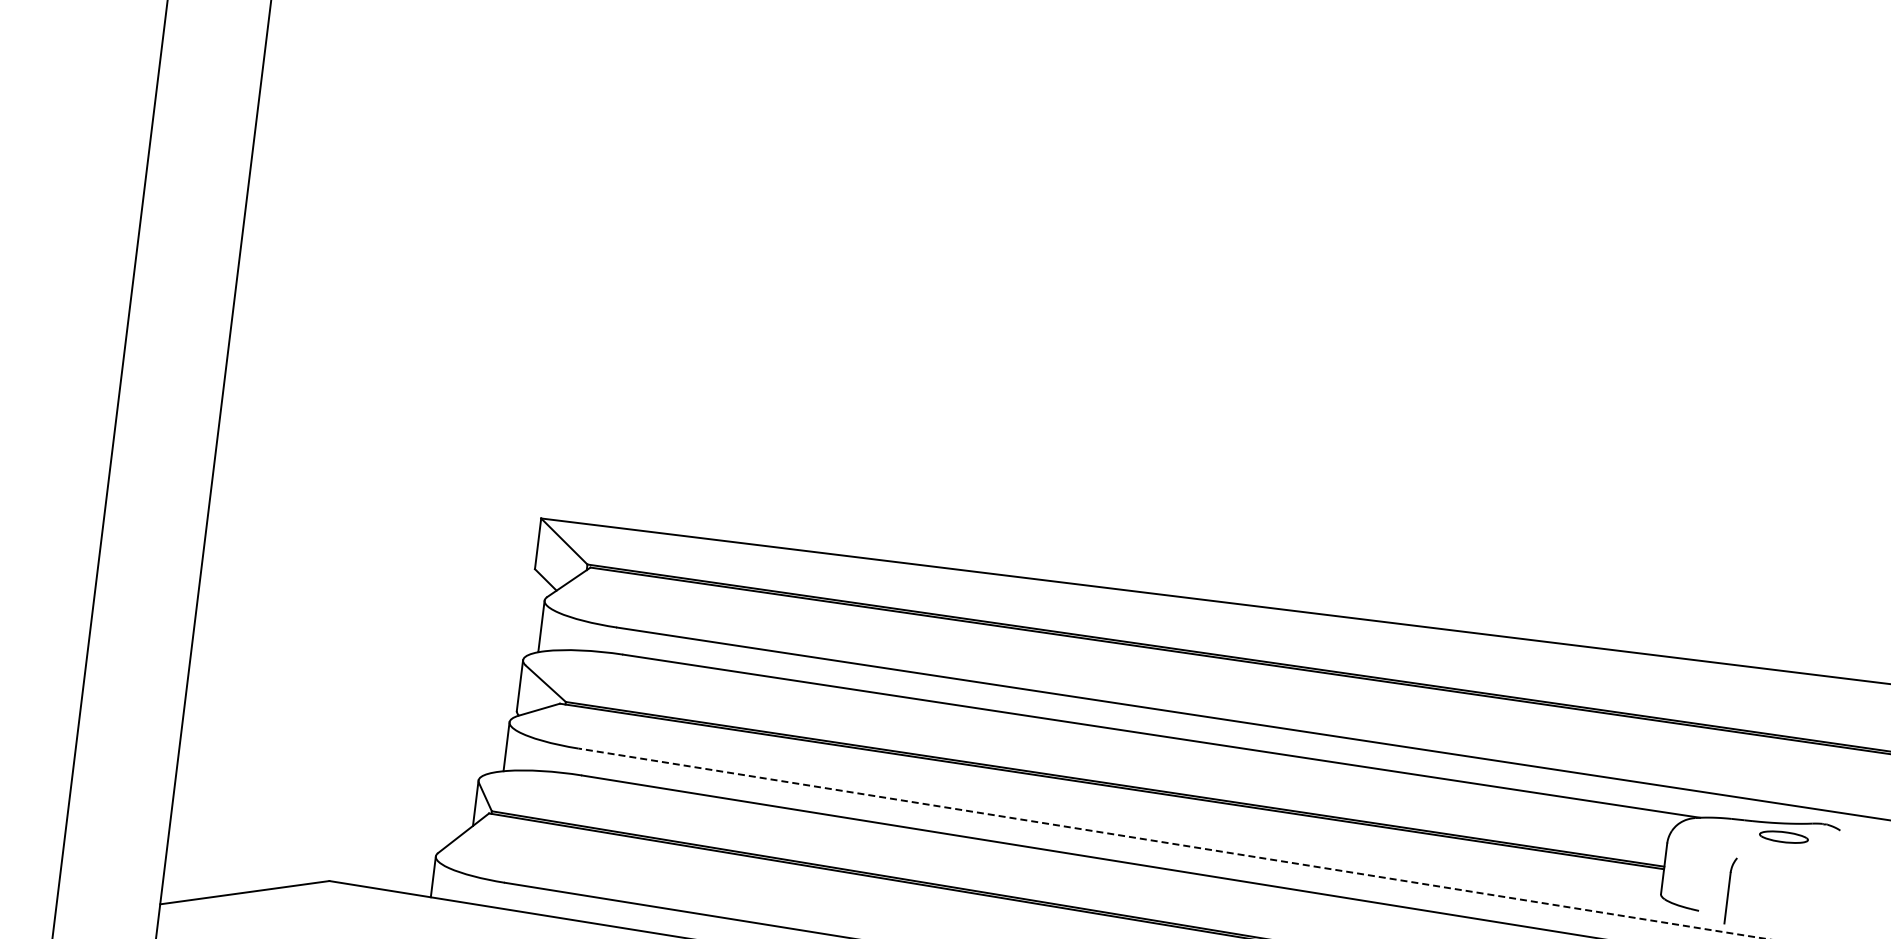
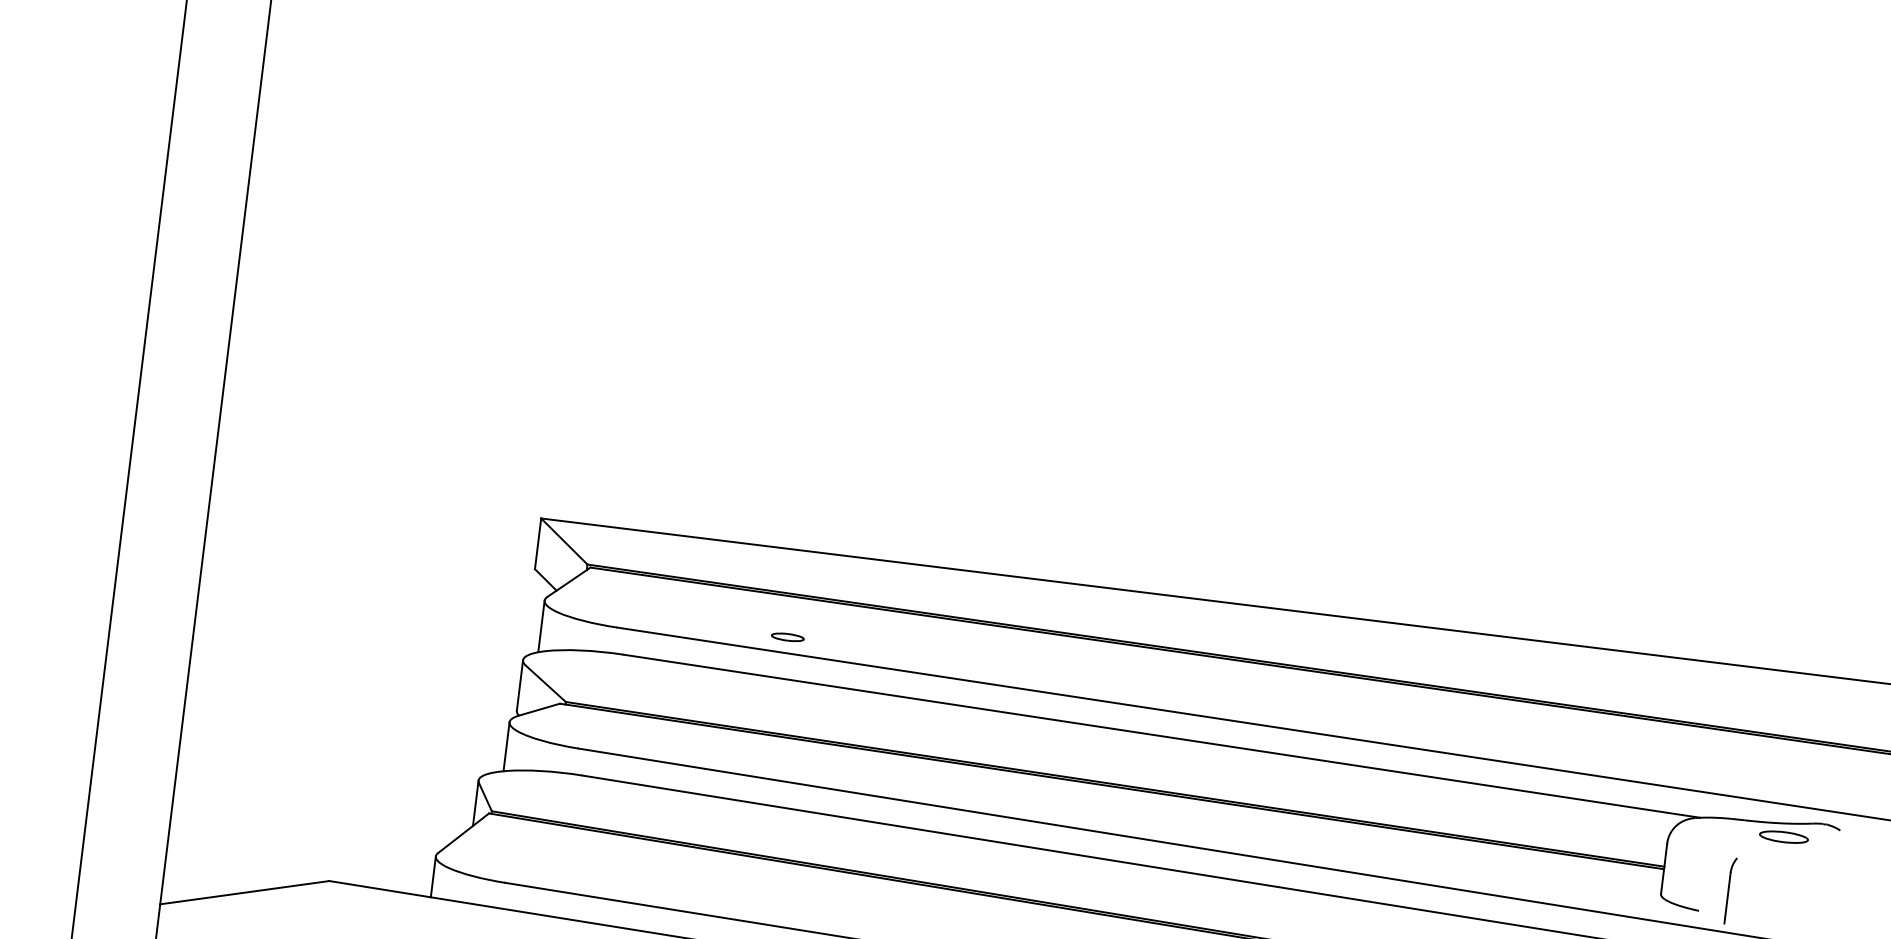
line at (109, 468) position: (109, 468) -> (129, 468)
part at (787, 636): none -> present
line at (1171, 843): dashed -> solid
